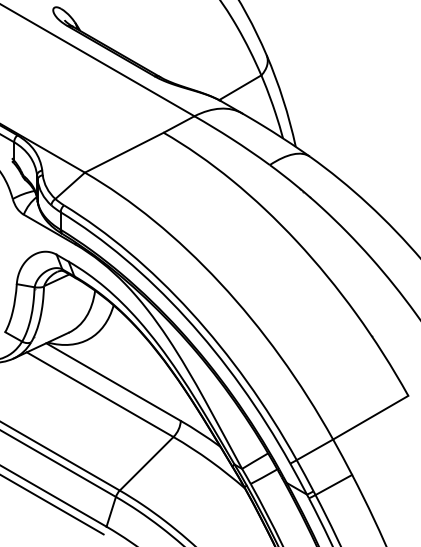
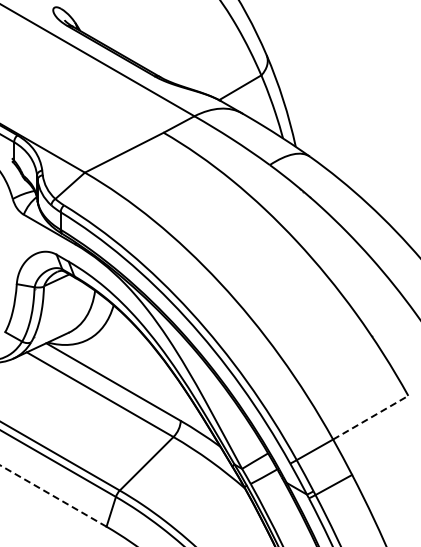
line at (371, 417): solid -> dashed
line at (52, 495): solid -> dashed
line at (52, 504): present -> none
